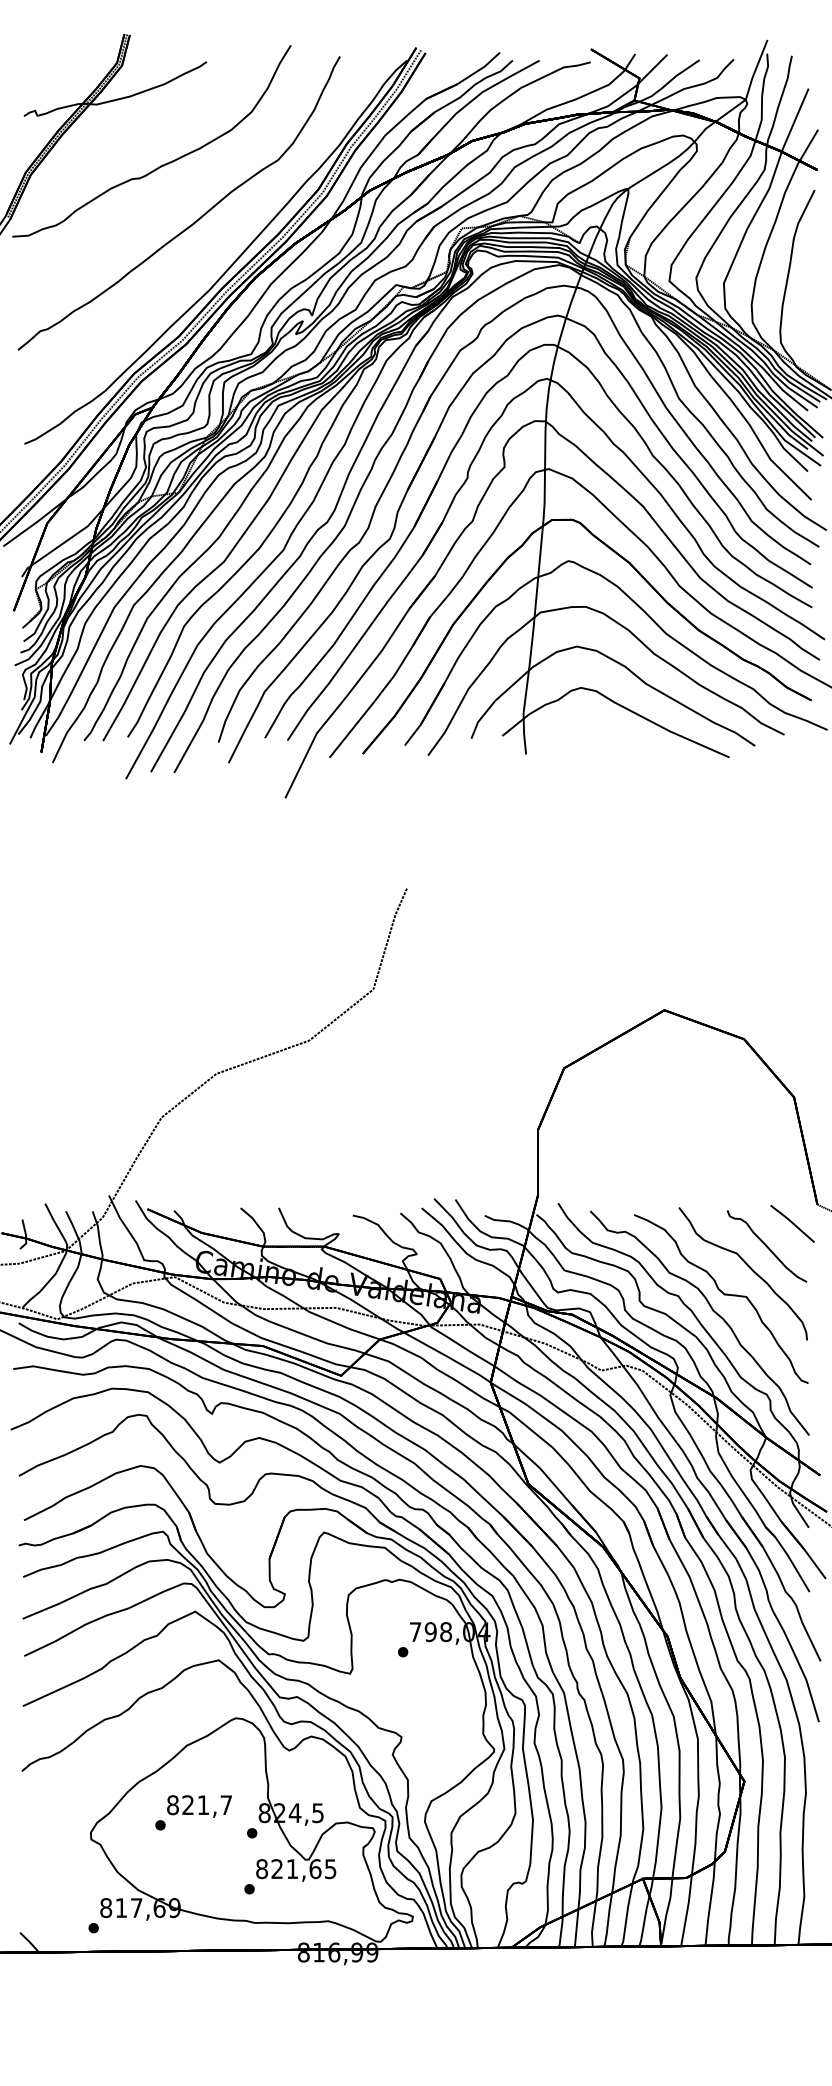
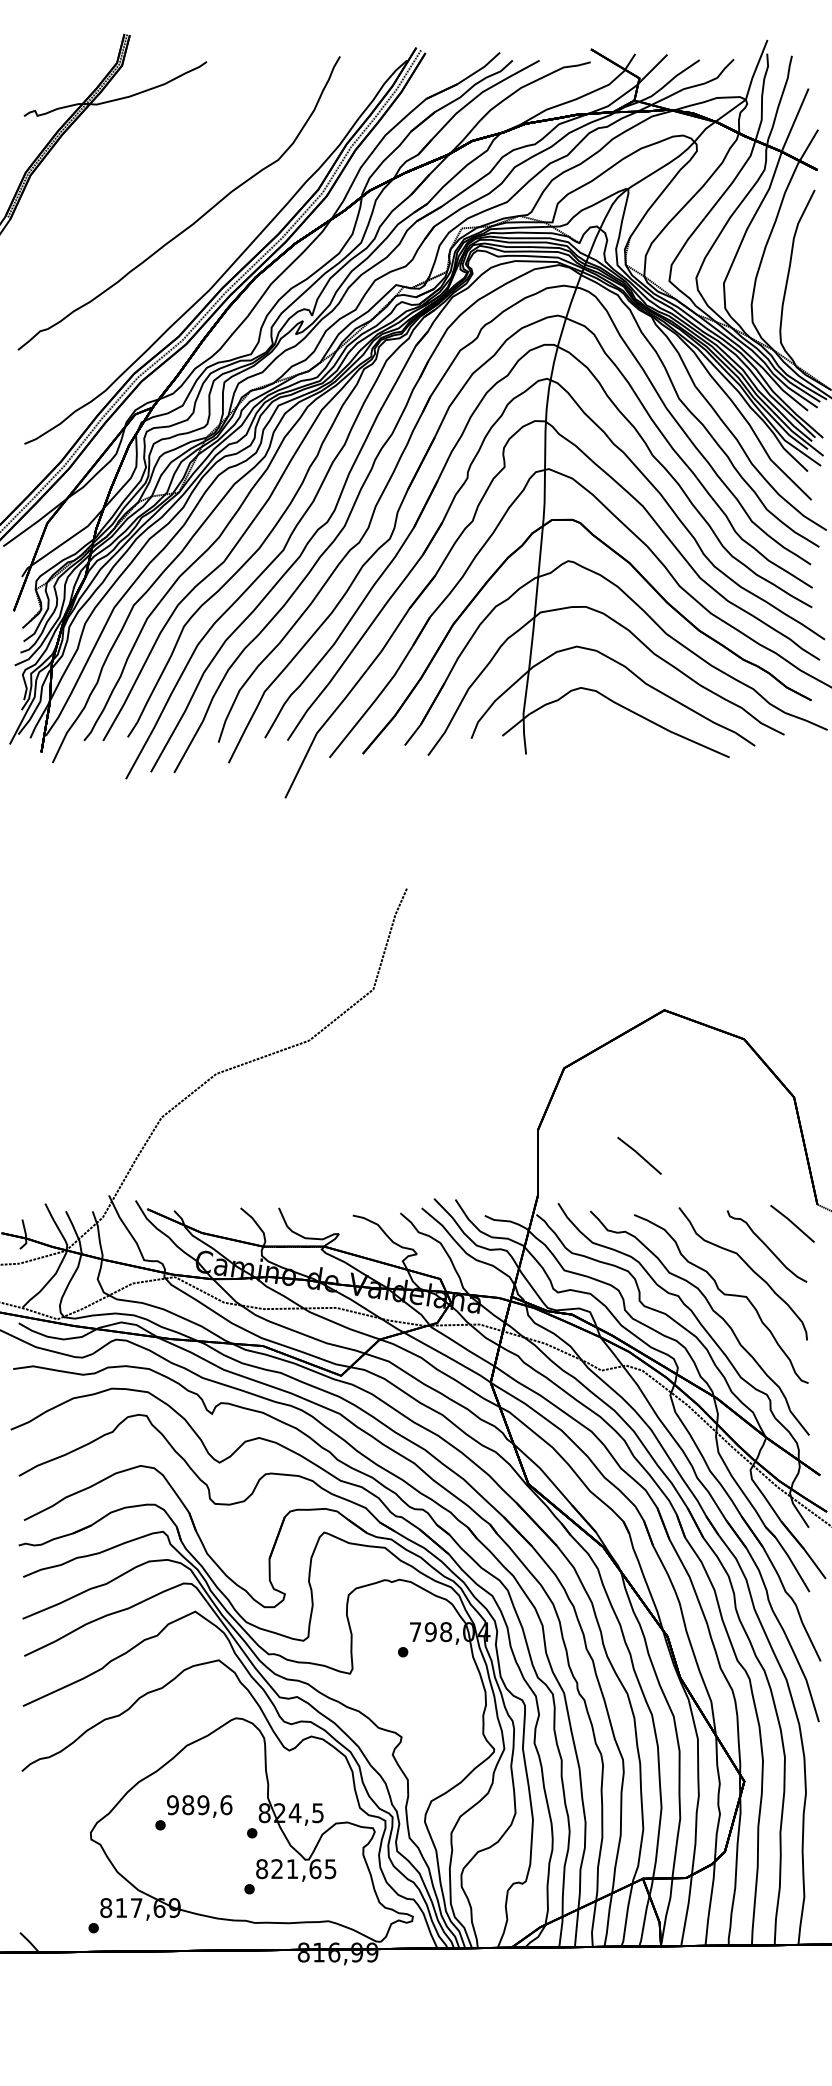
part at (162, 164): present -> none
line at (639, 1155): none -> present
text at (199, 1805): 821,7 -> 989,6
